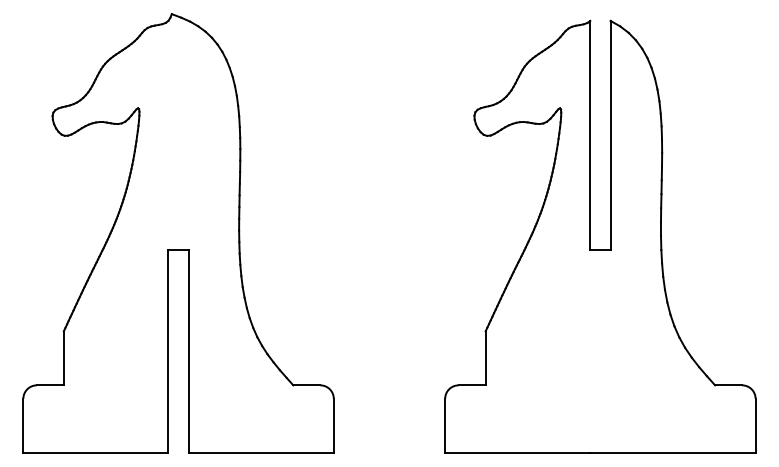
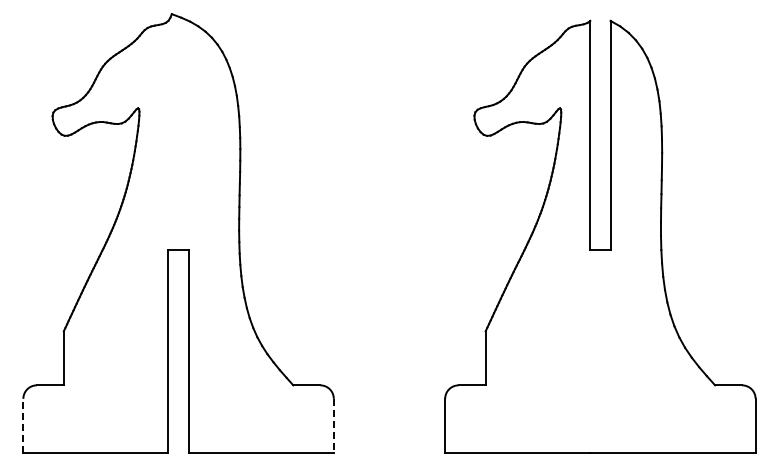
line at (23, 425): solid -> dashed
line at (333, 425): solid -> dashed
